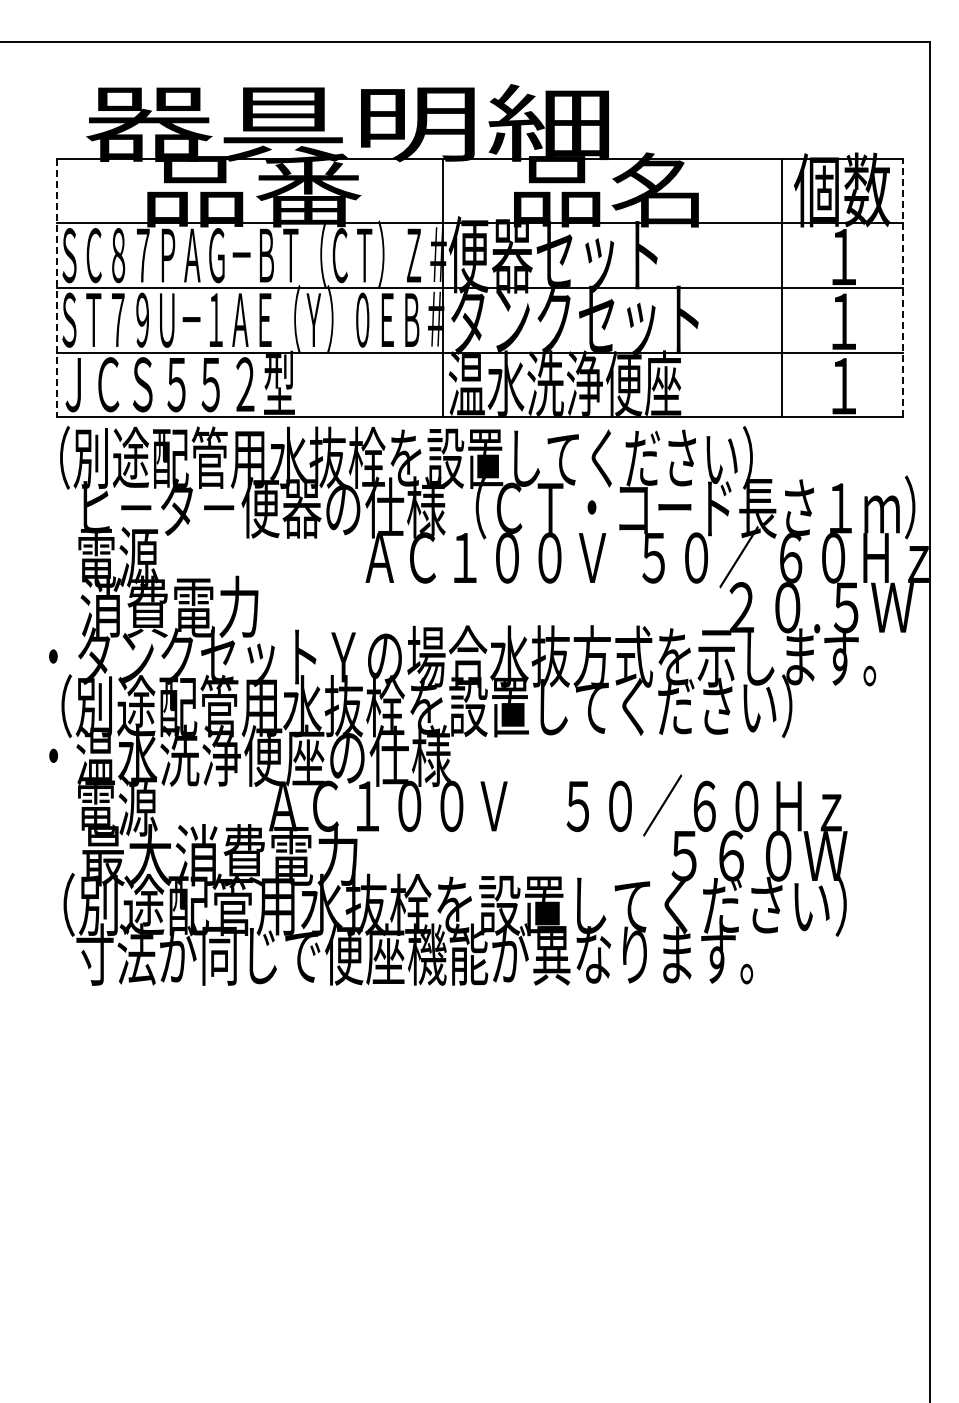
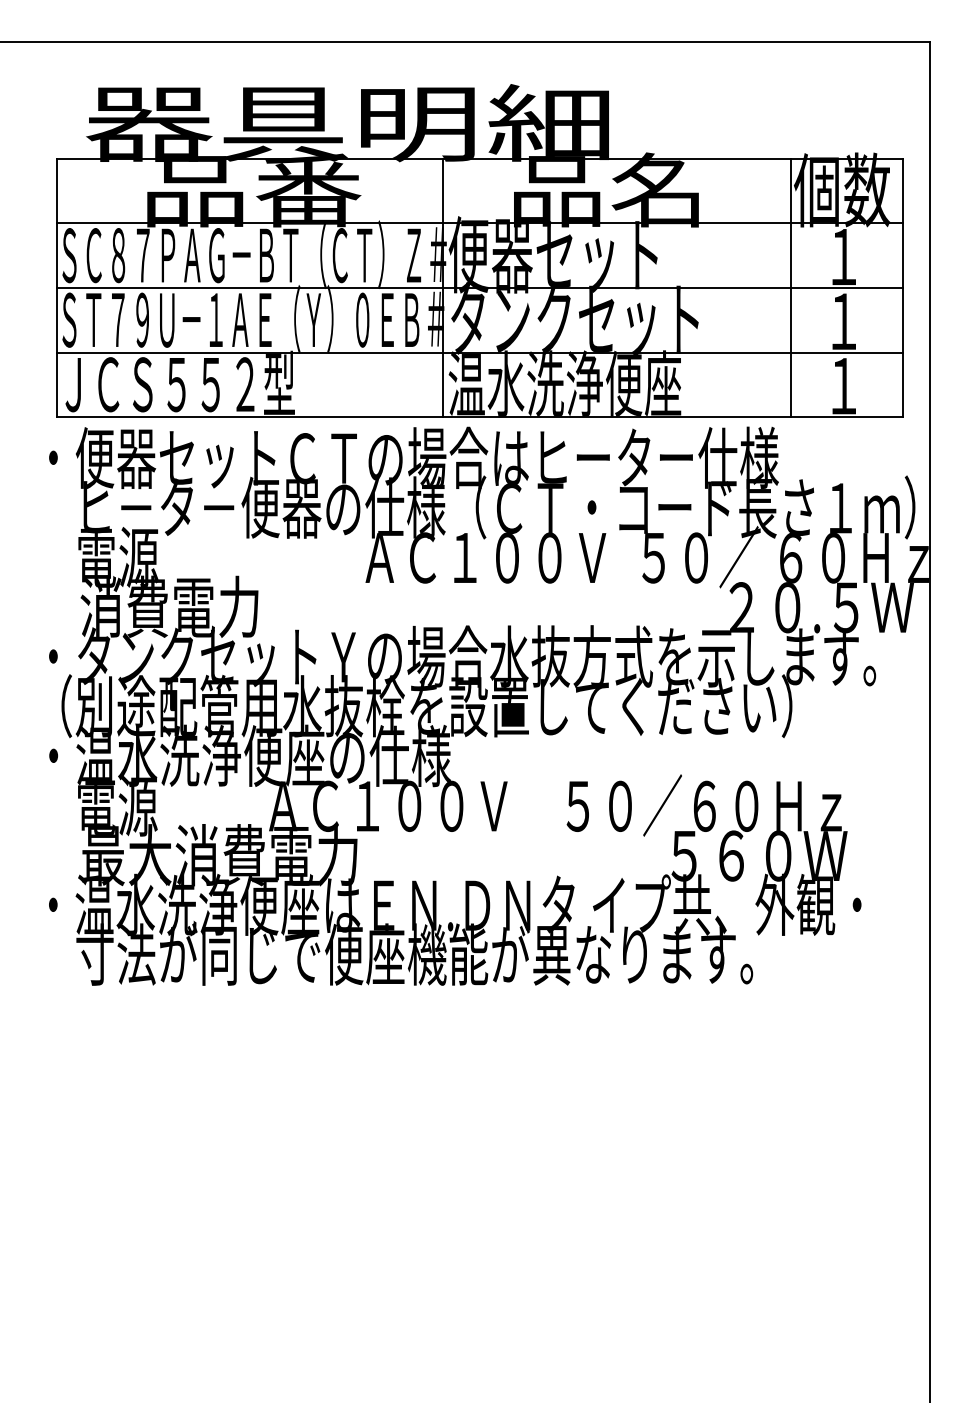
line at (782, 287) position: (782, 287) -> (791, 287)
line at (902, 287): dashed -> solid
line at (57, 288): dashed -> solid
text at (413, 457): （別途配管用水抜栓を設置してください） -> ・便器セットＣＴの場合はヒーター仕様
text at (455, 904): （別途配管用水抜栓を設置してください） -> ・温水洗浄便座はＥＮ.ＤＮタ イプ共、外観・
